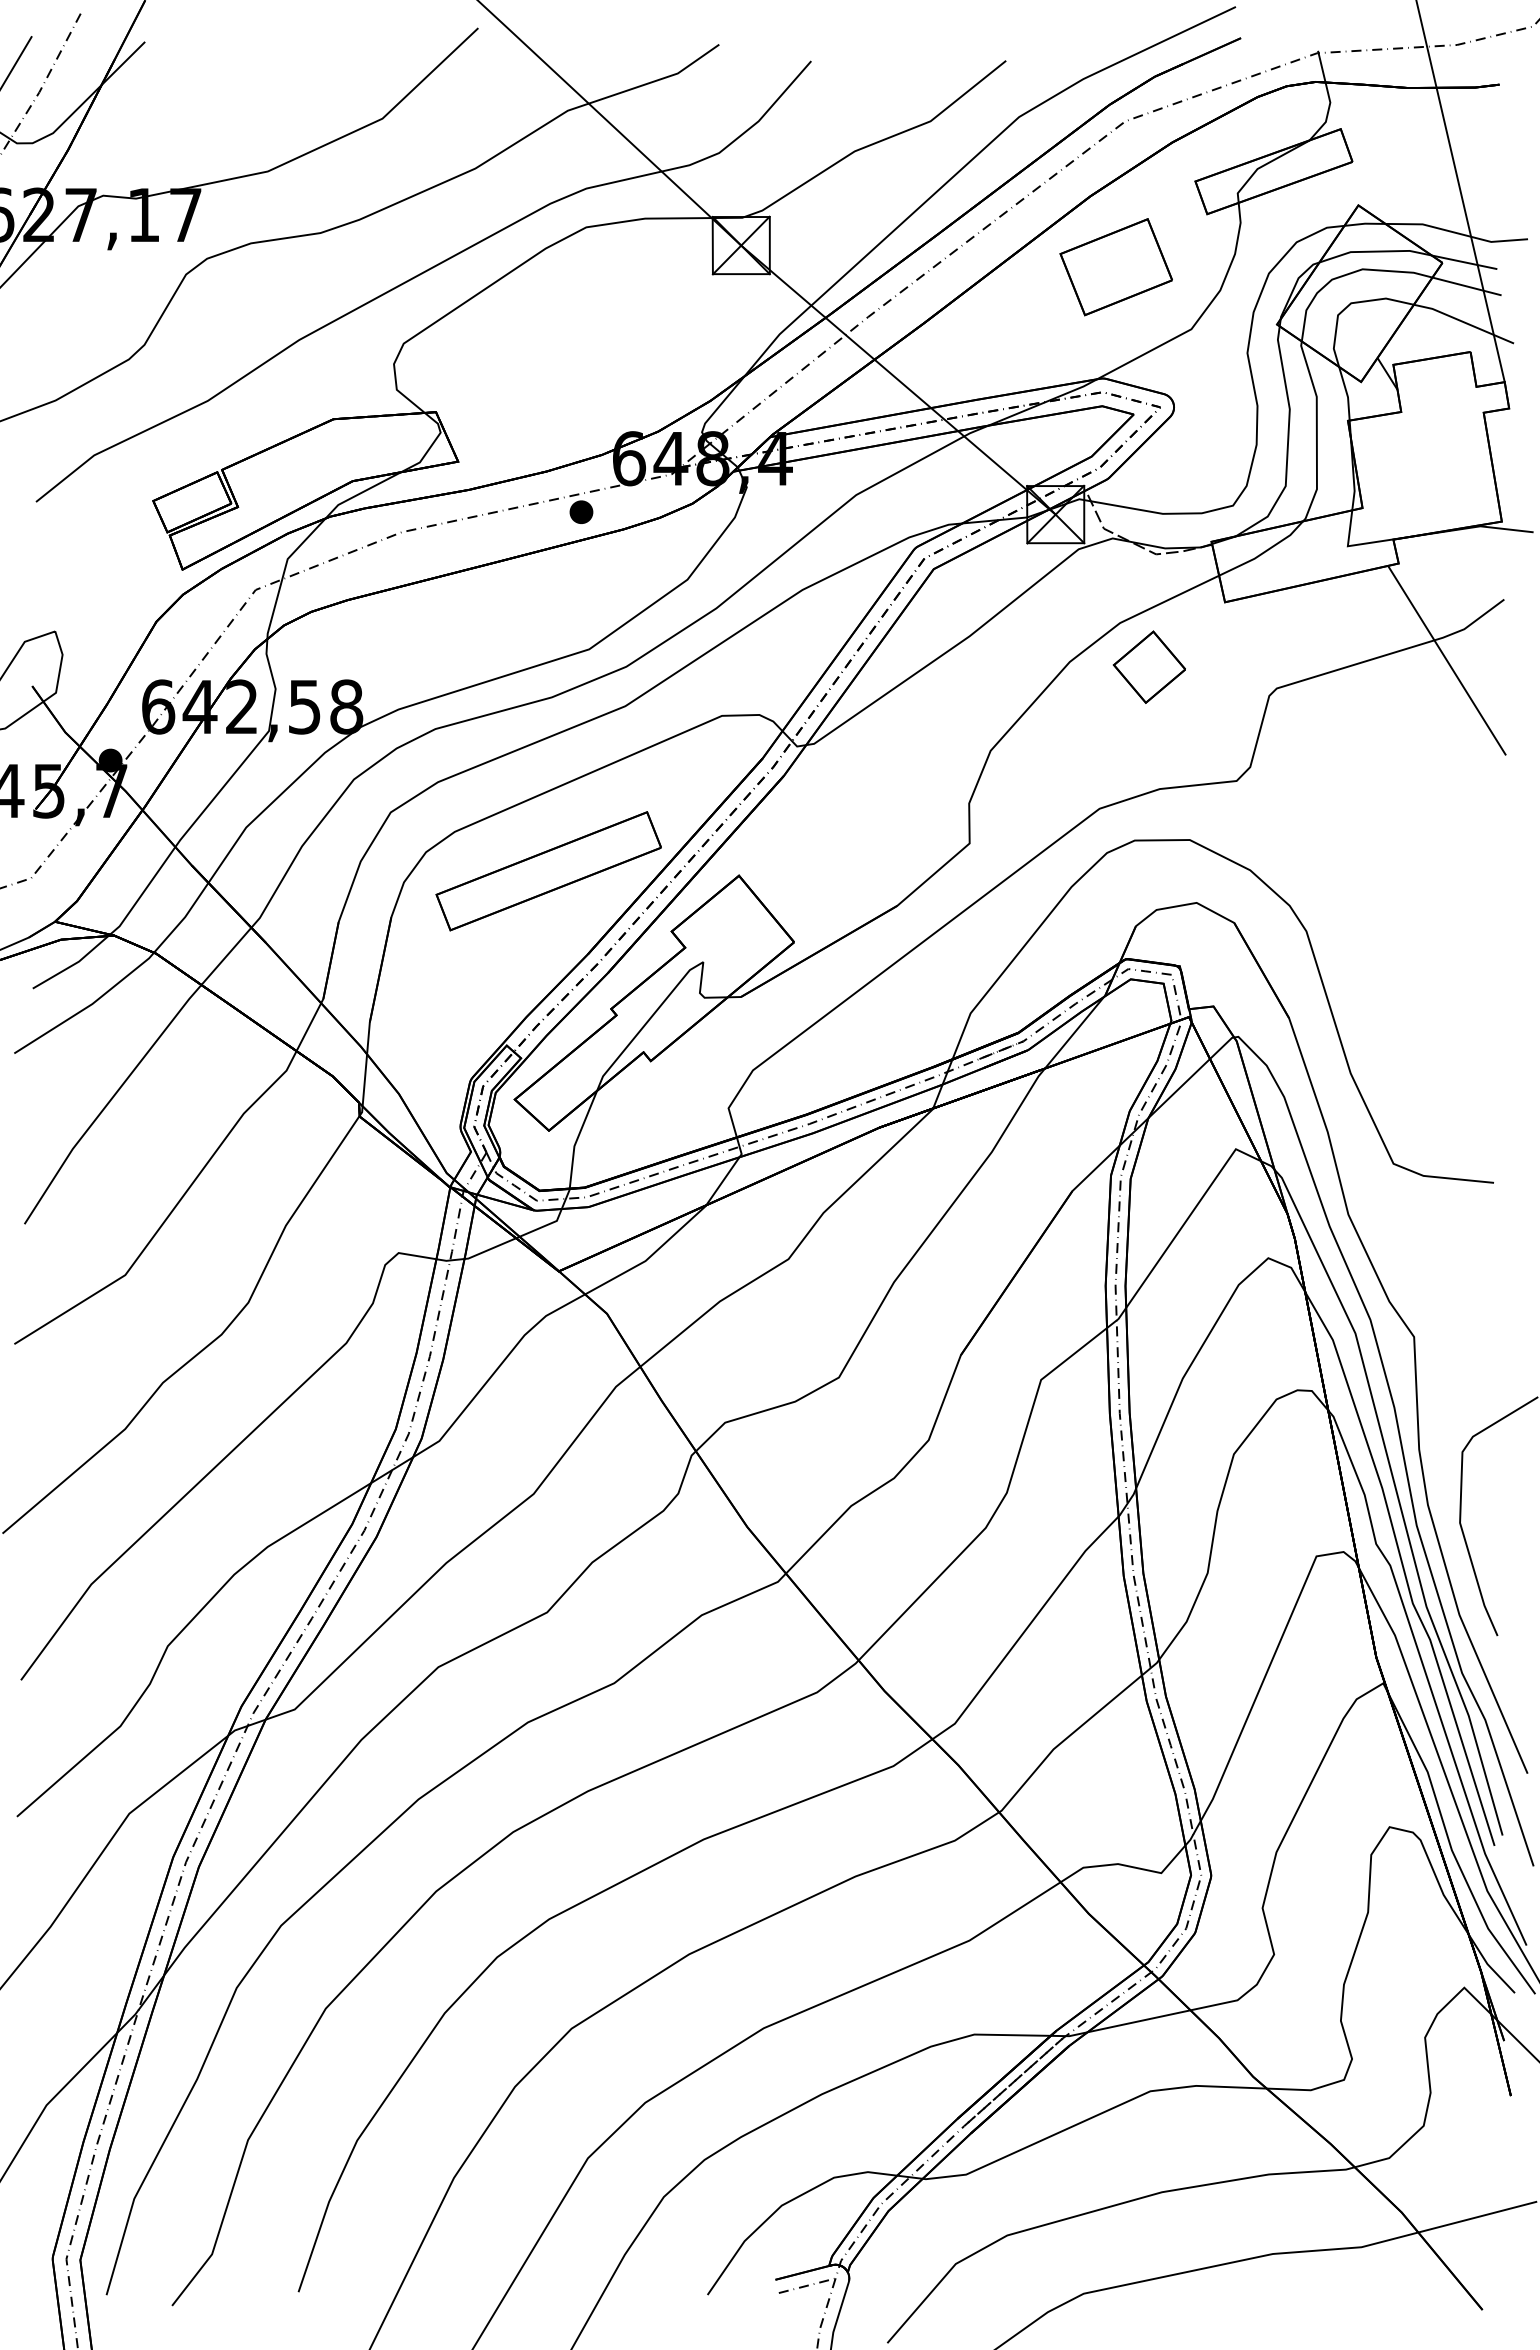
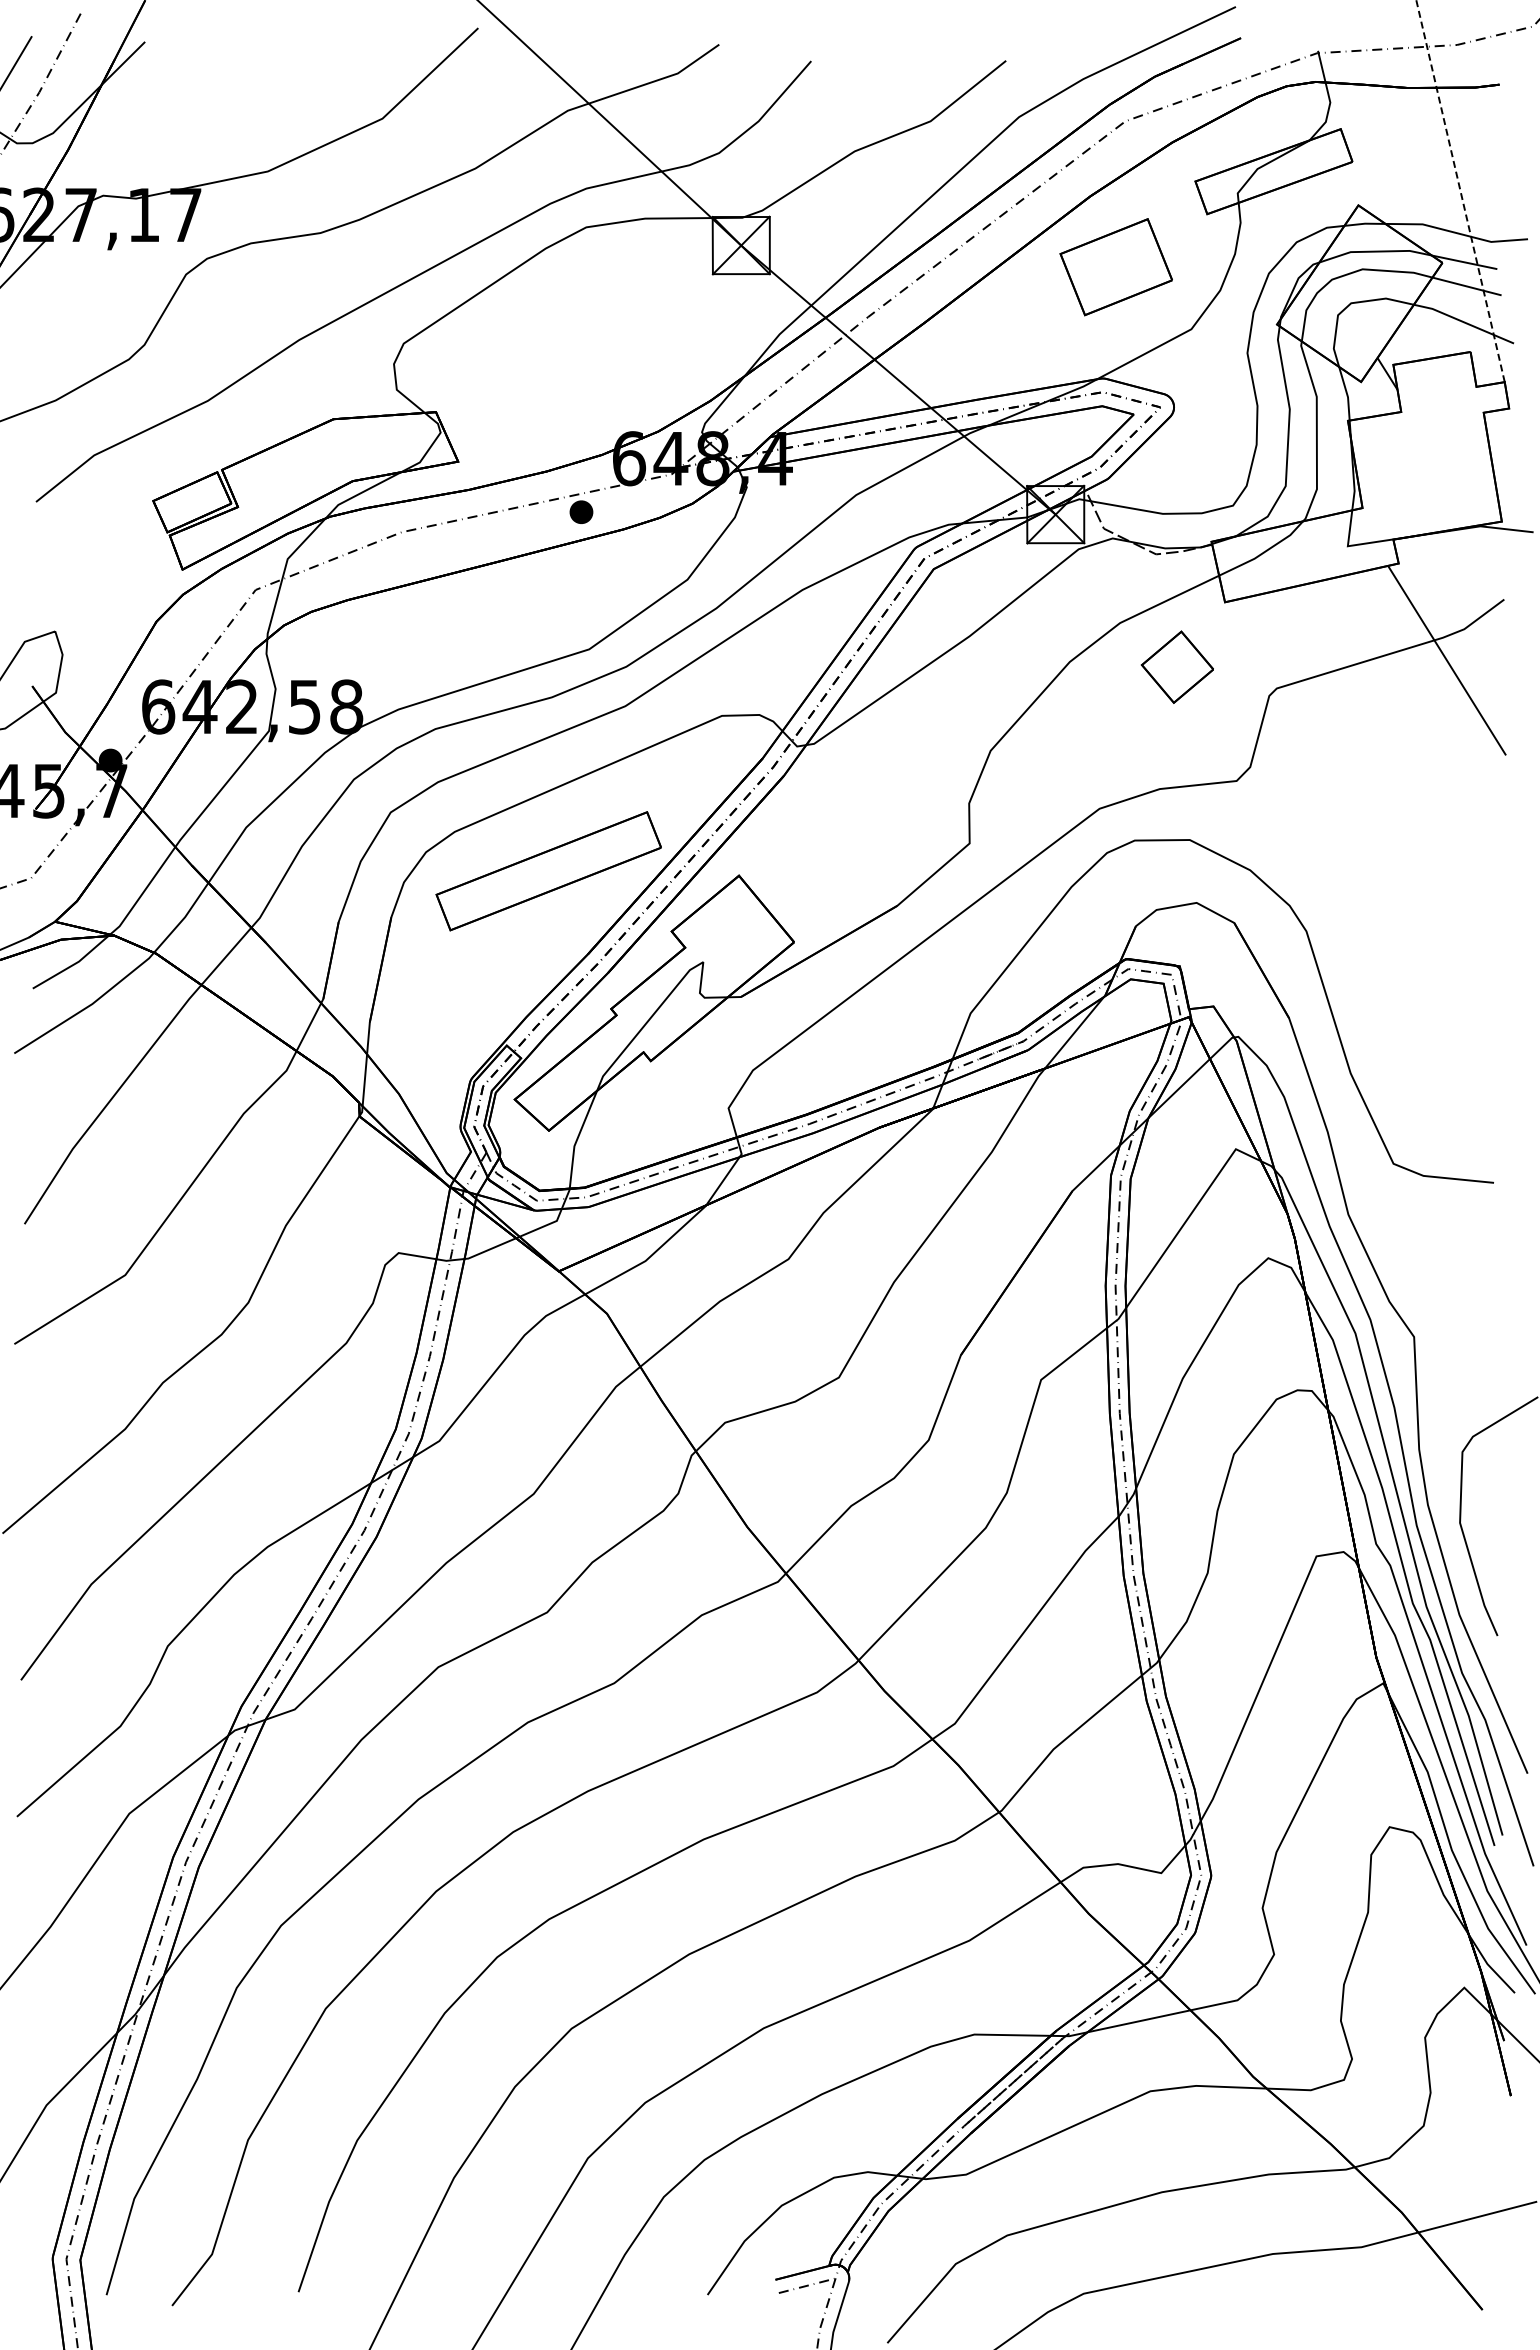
line at (1460, 191): solid -> dashed
part at (1148, 666) position: (1148, 666) -> (1176, 666)
